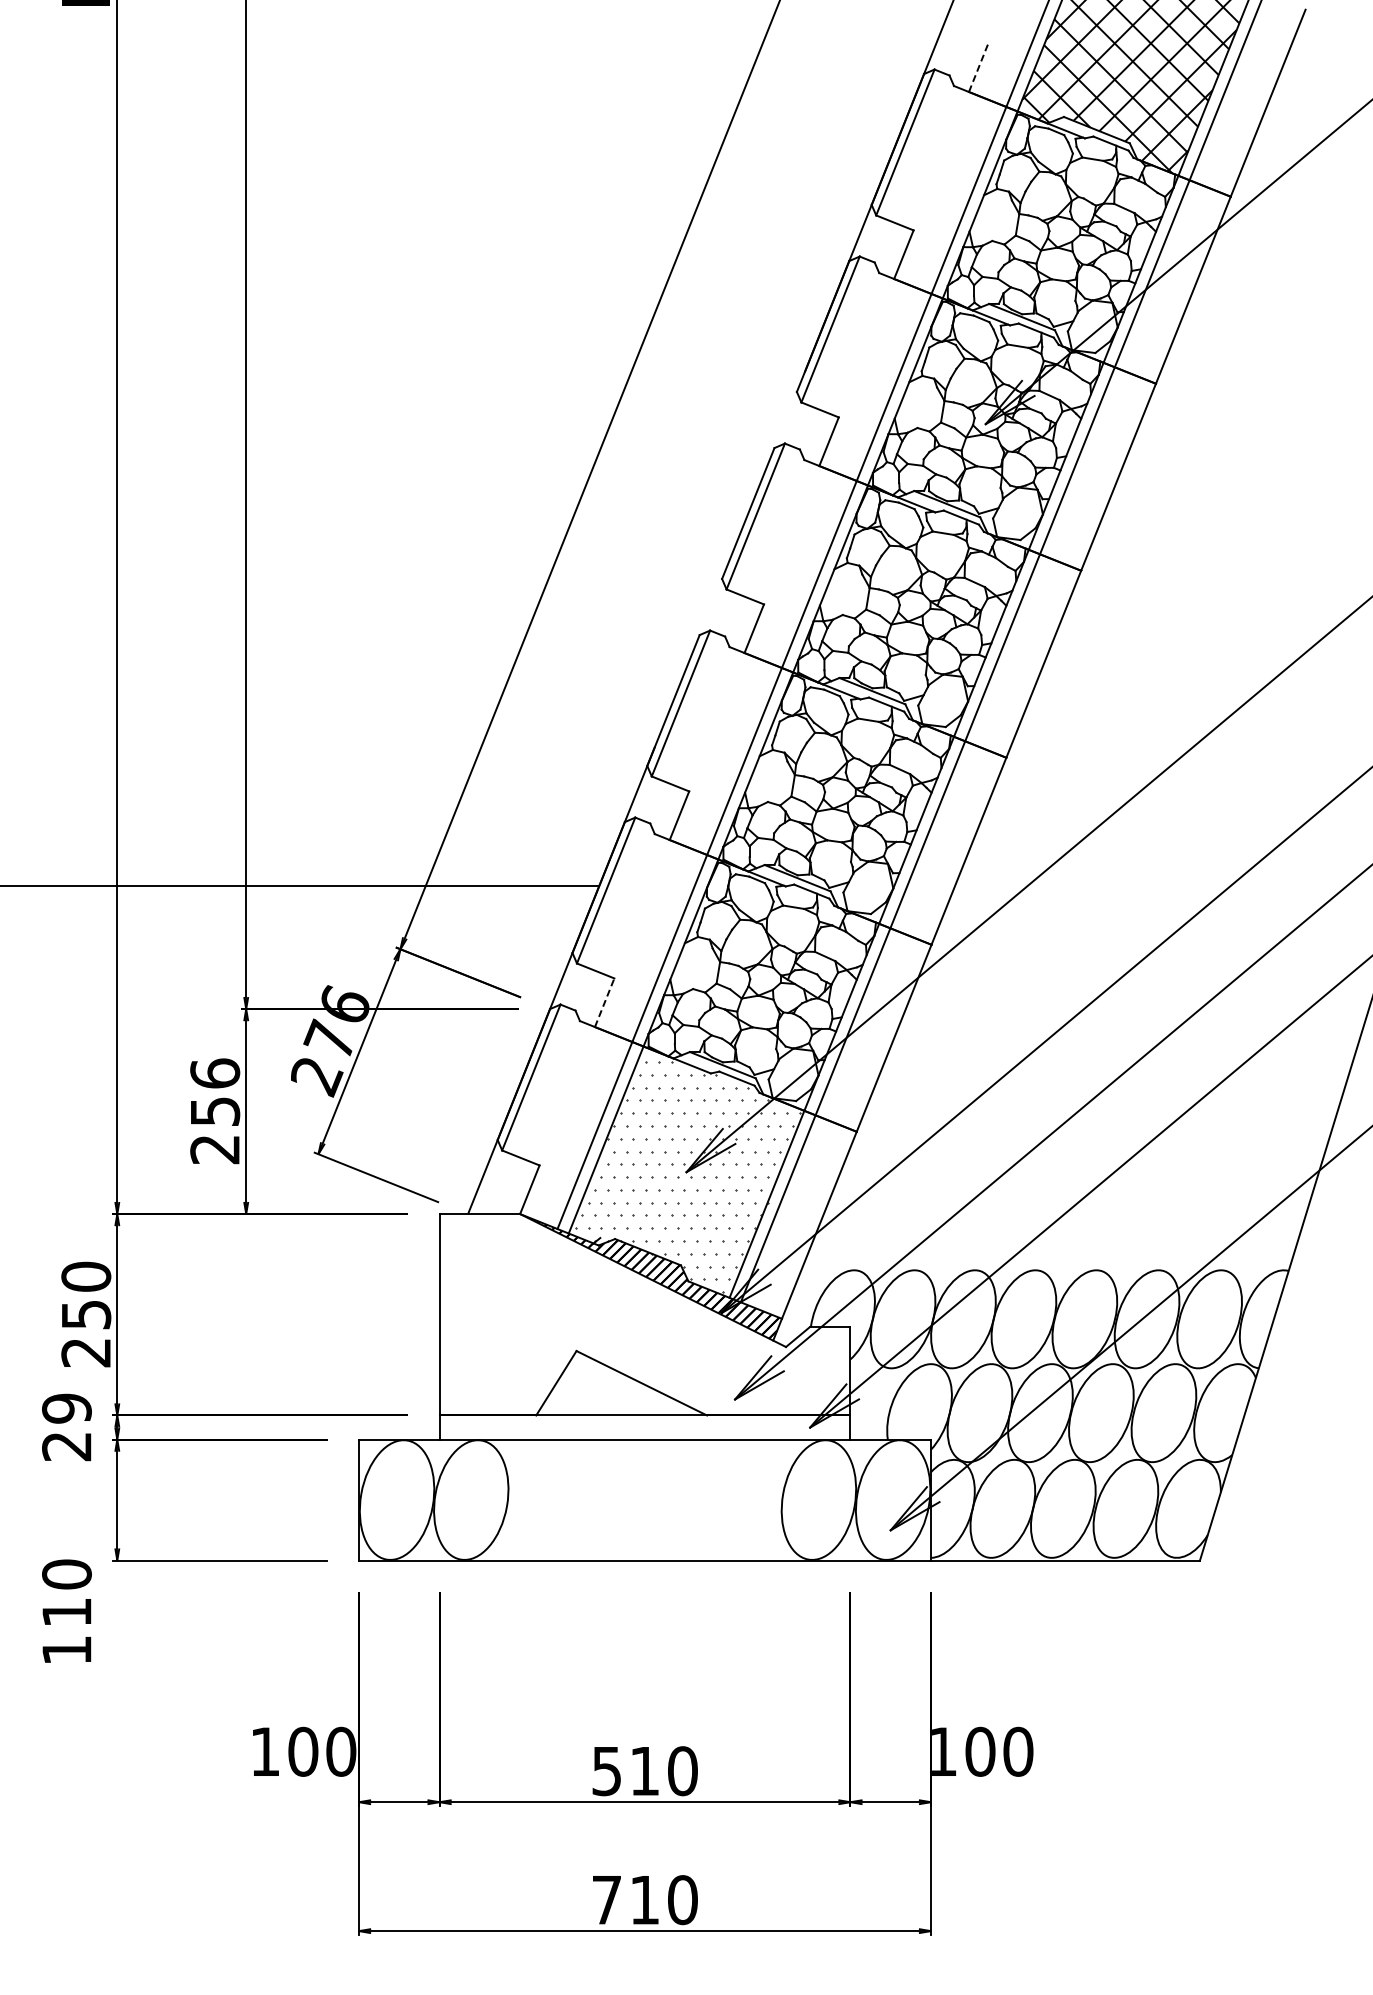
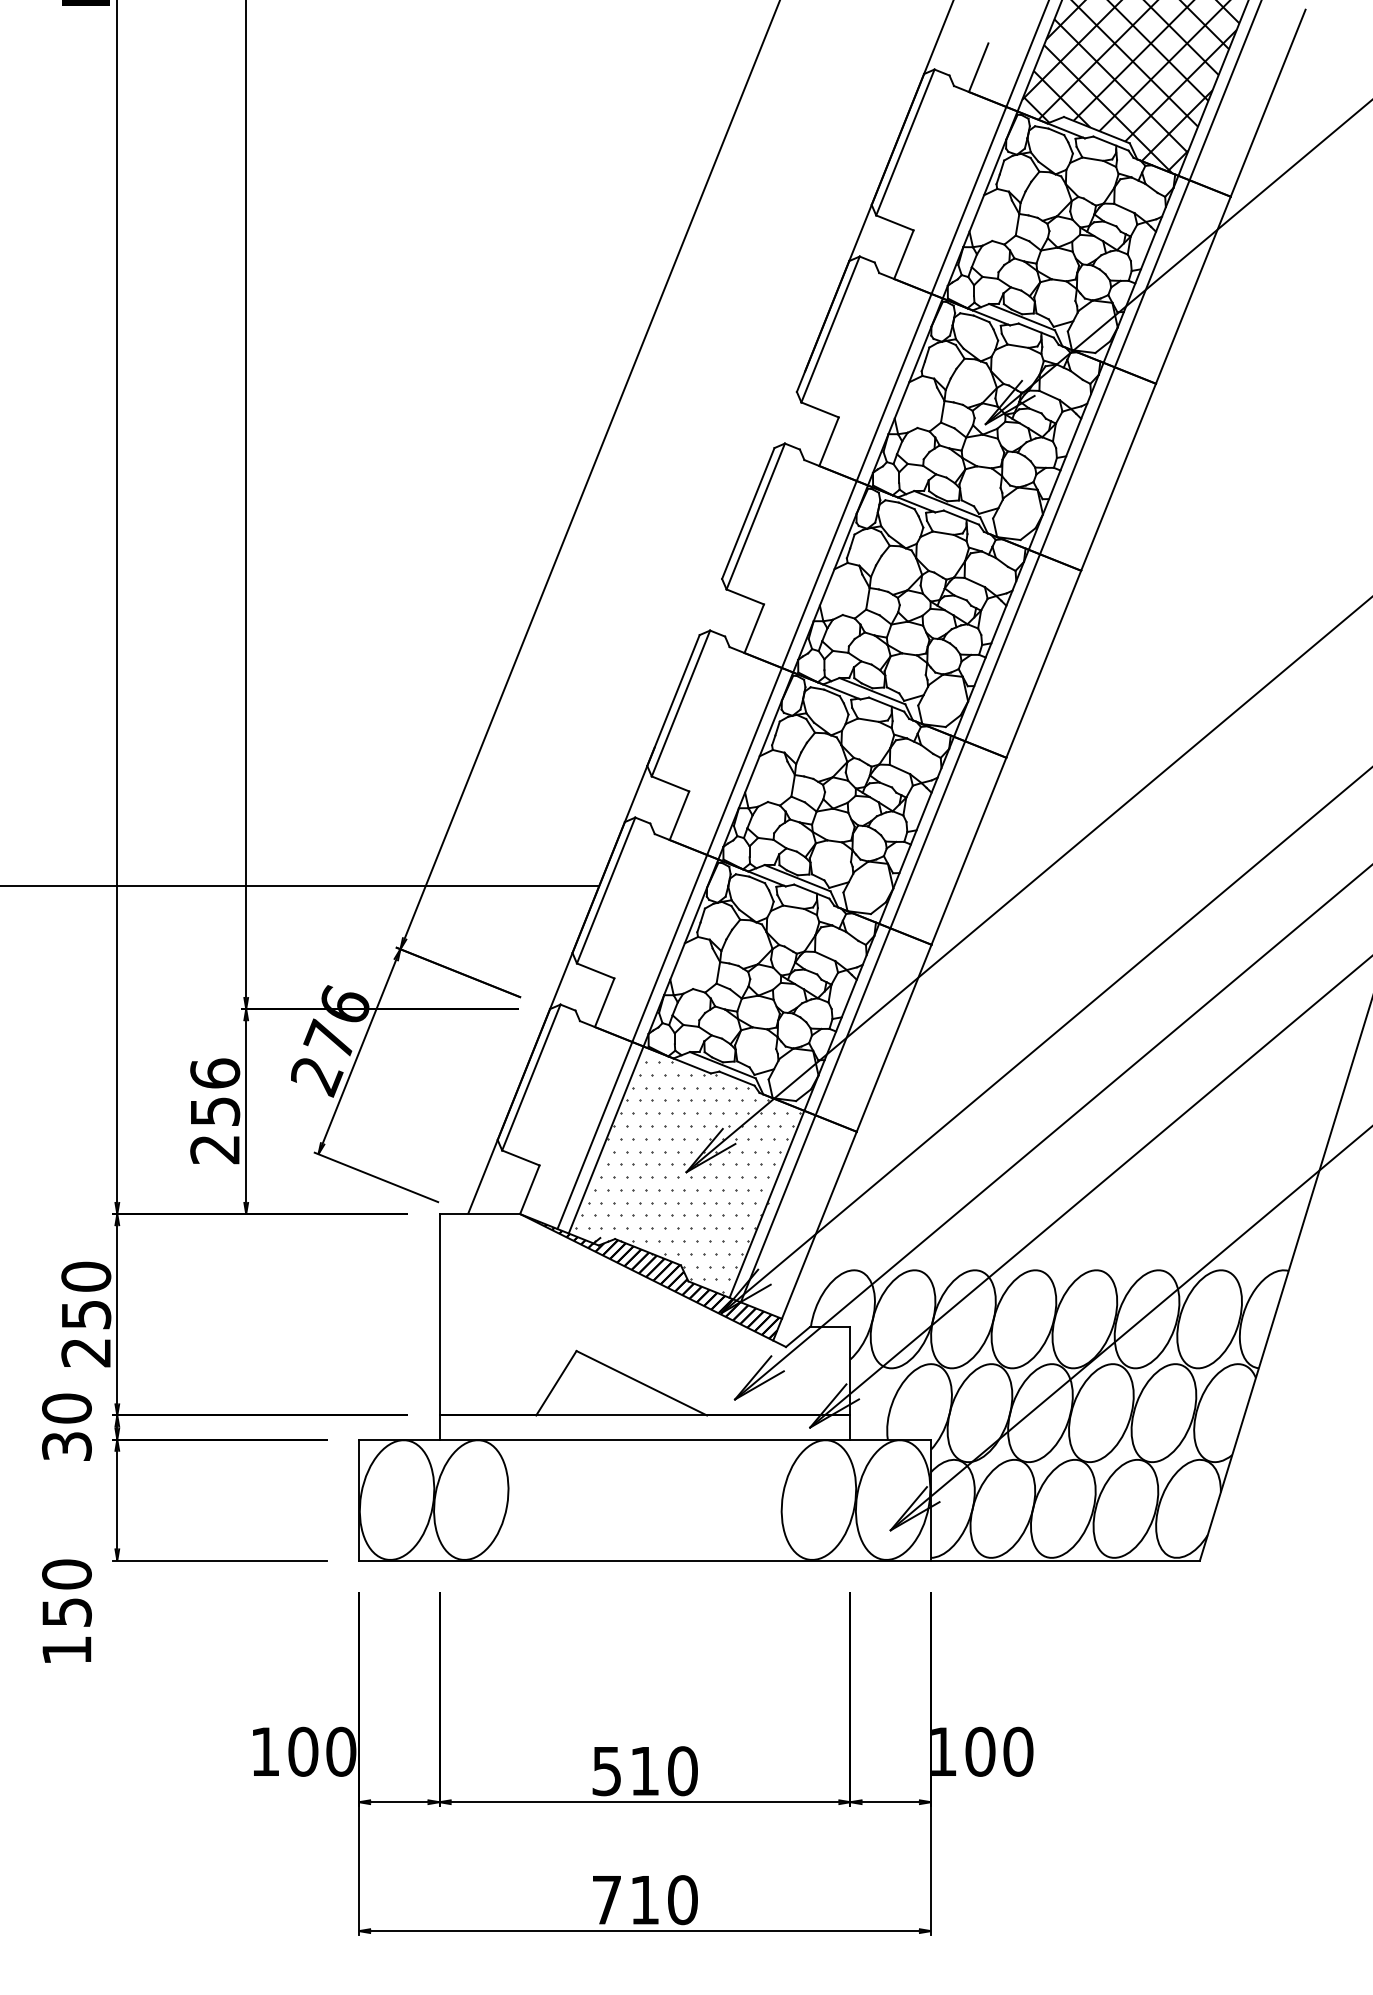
line at (978, 67): dashed -> solid
line at (604, 1002): dashed -> solid
text at (66, 1427): 29 -> 30
text at (66, 1612): 110 -> 150
